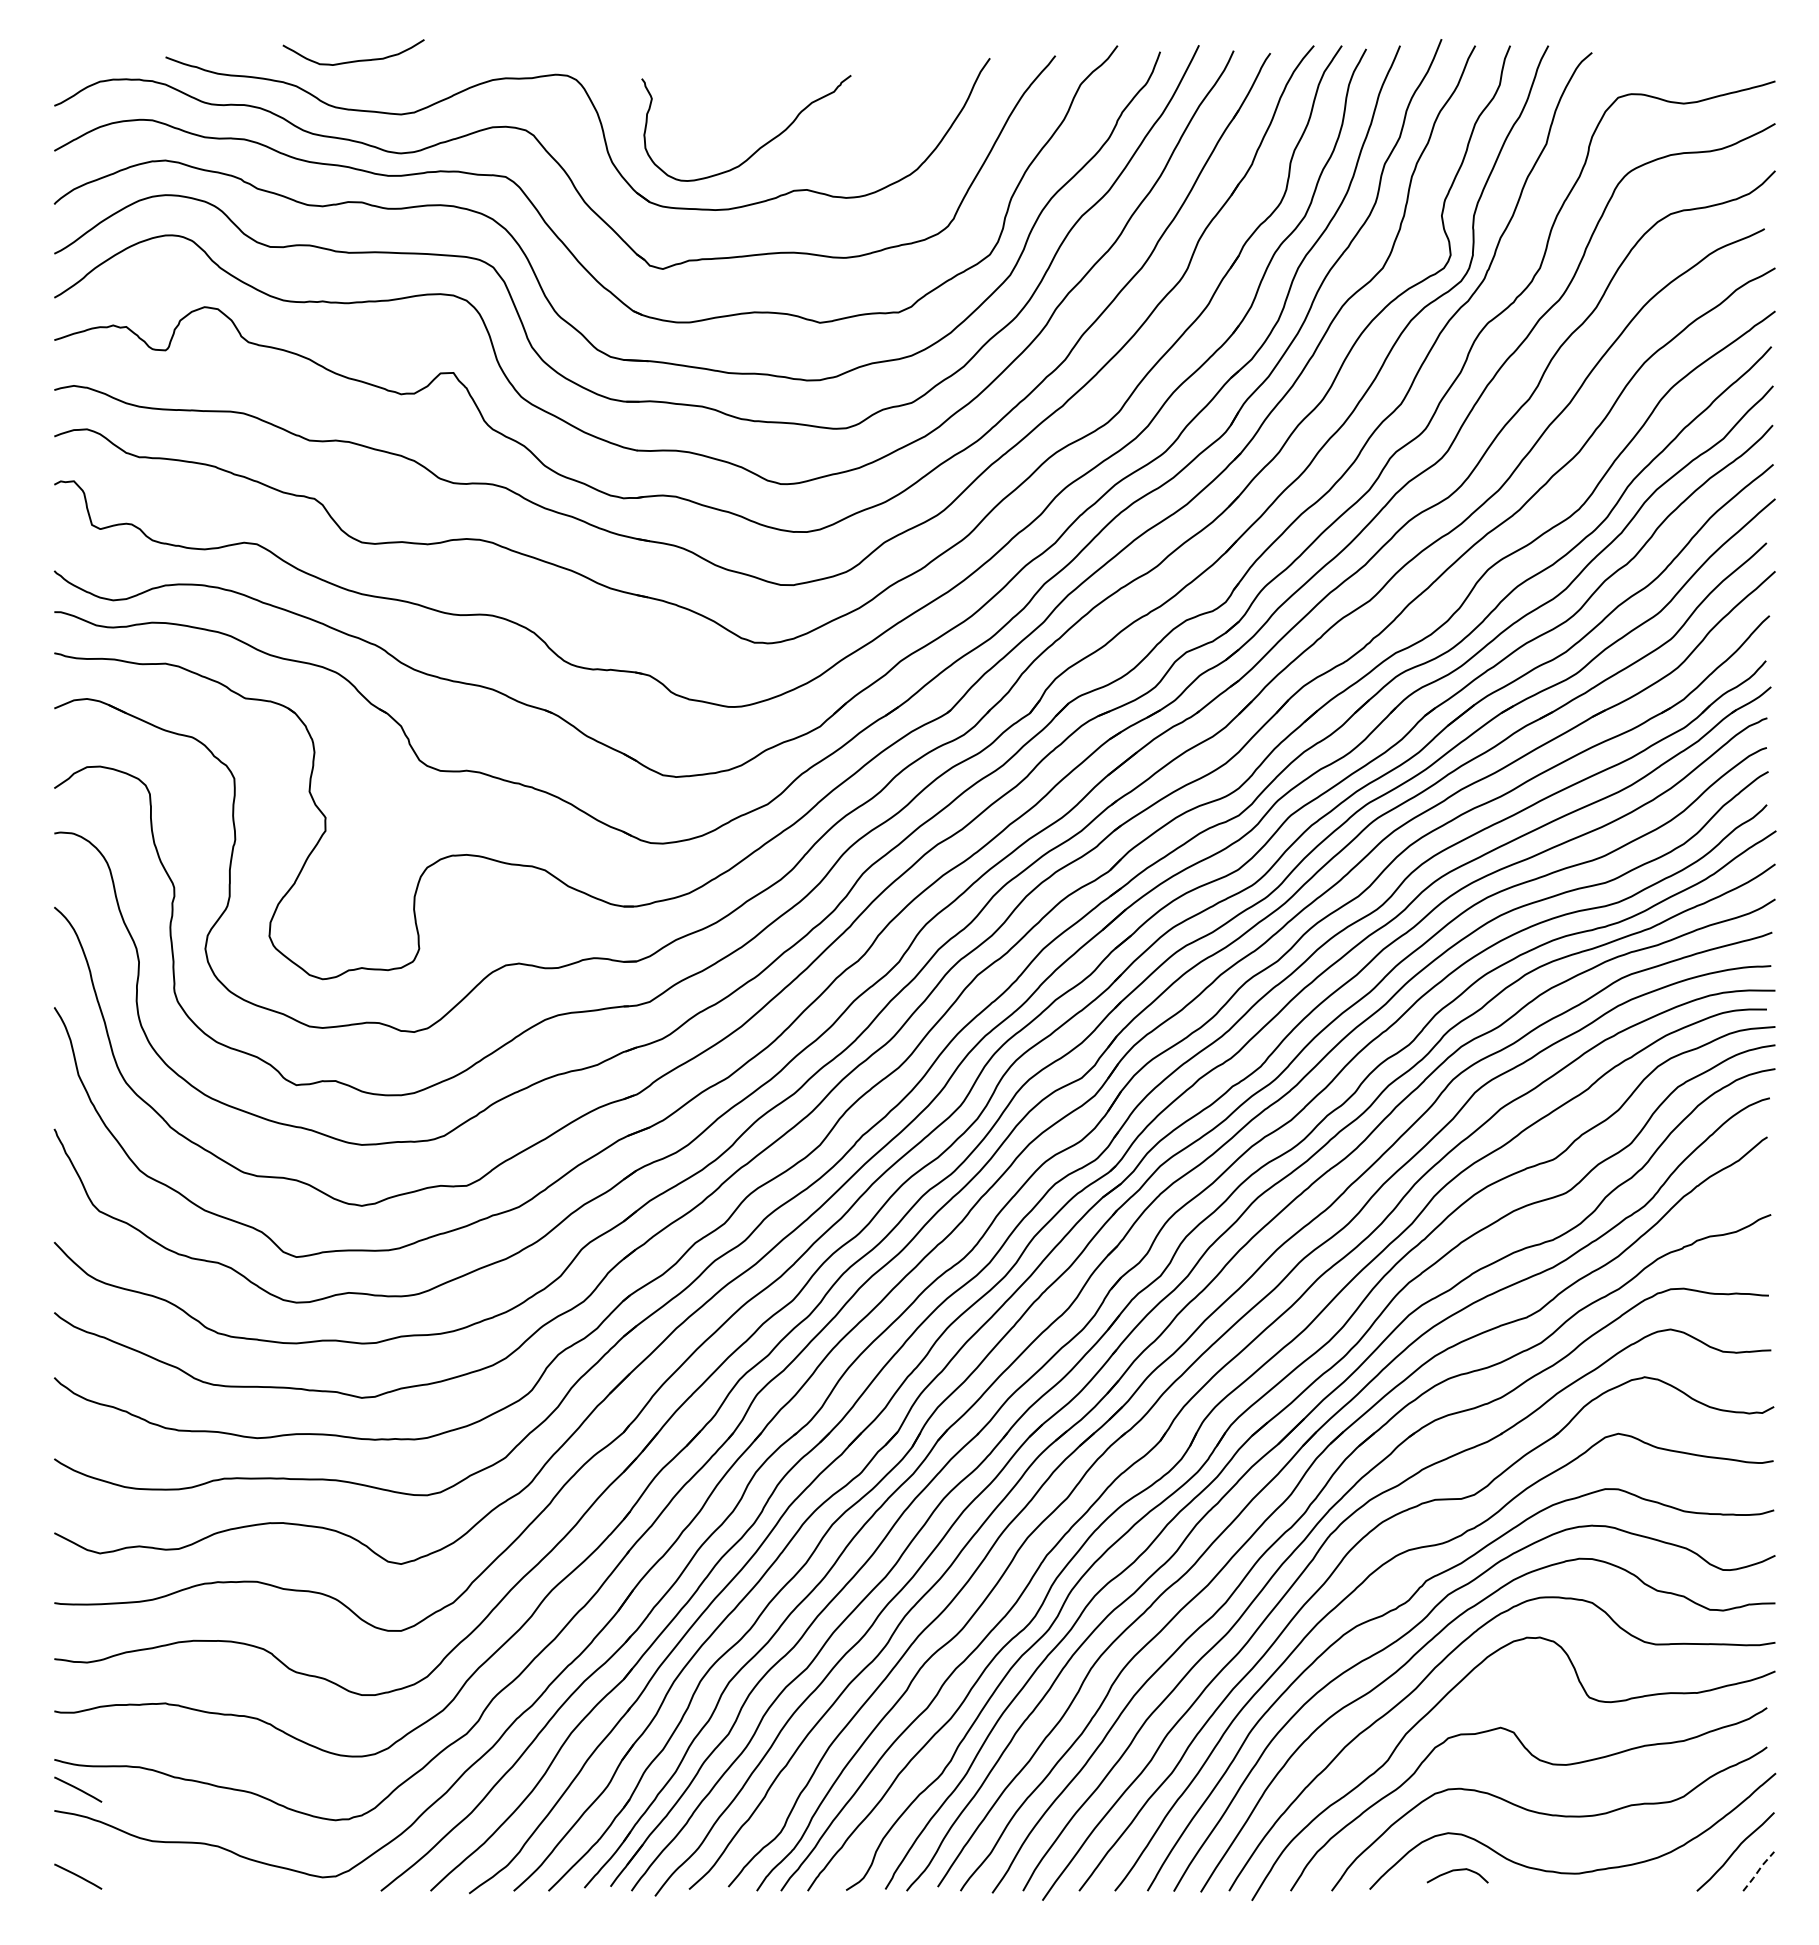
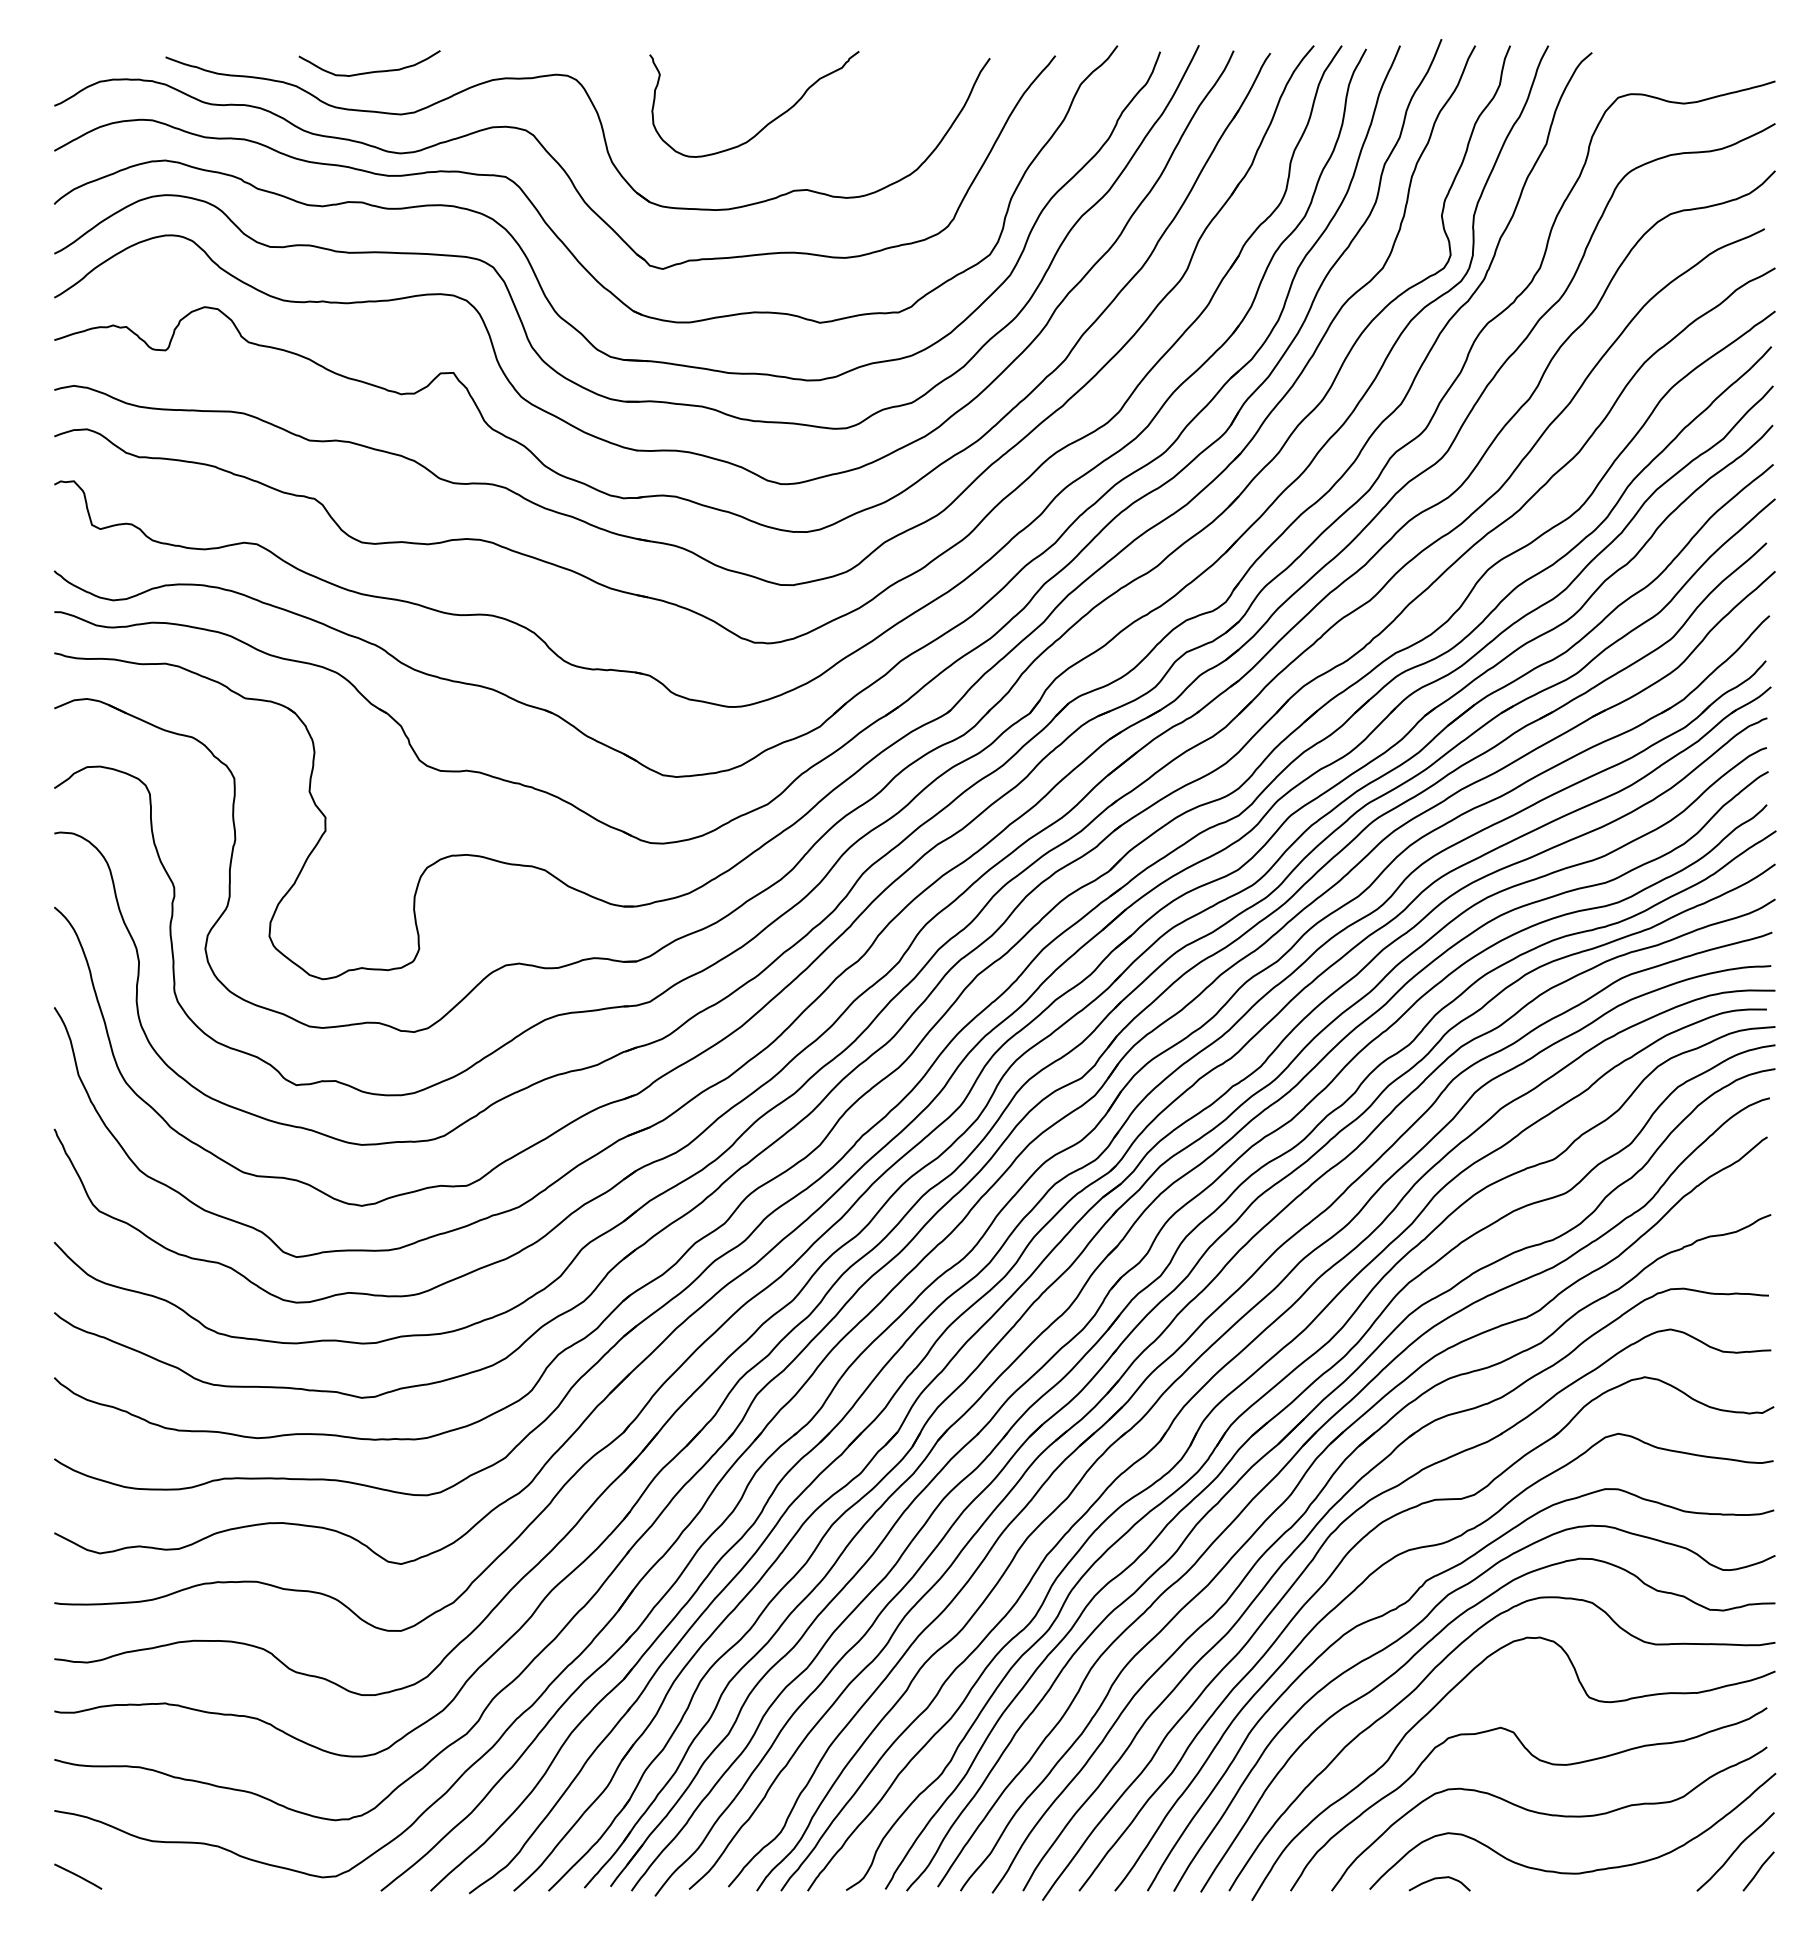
curve at (353, 60) position: (353, 60) -> (369, 71)
curve at (760, 146) position: (760, 146) -> (768, 122)
line at (78, 1789): present -> none
line at (1758, 1870): dashed -> solid
curve at (1455, 1871) position: (1455, 1871) -> (1437, 1879)
